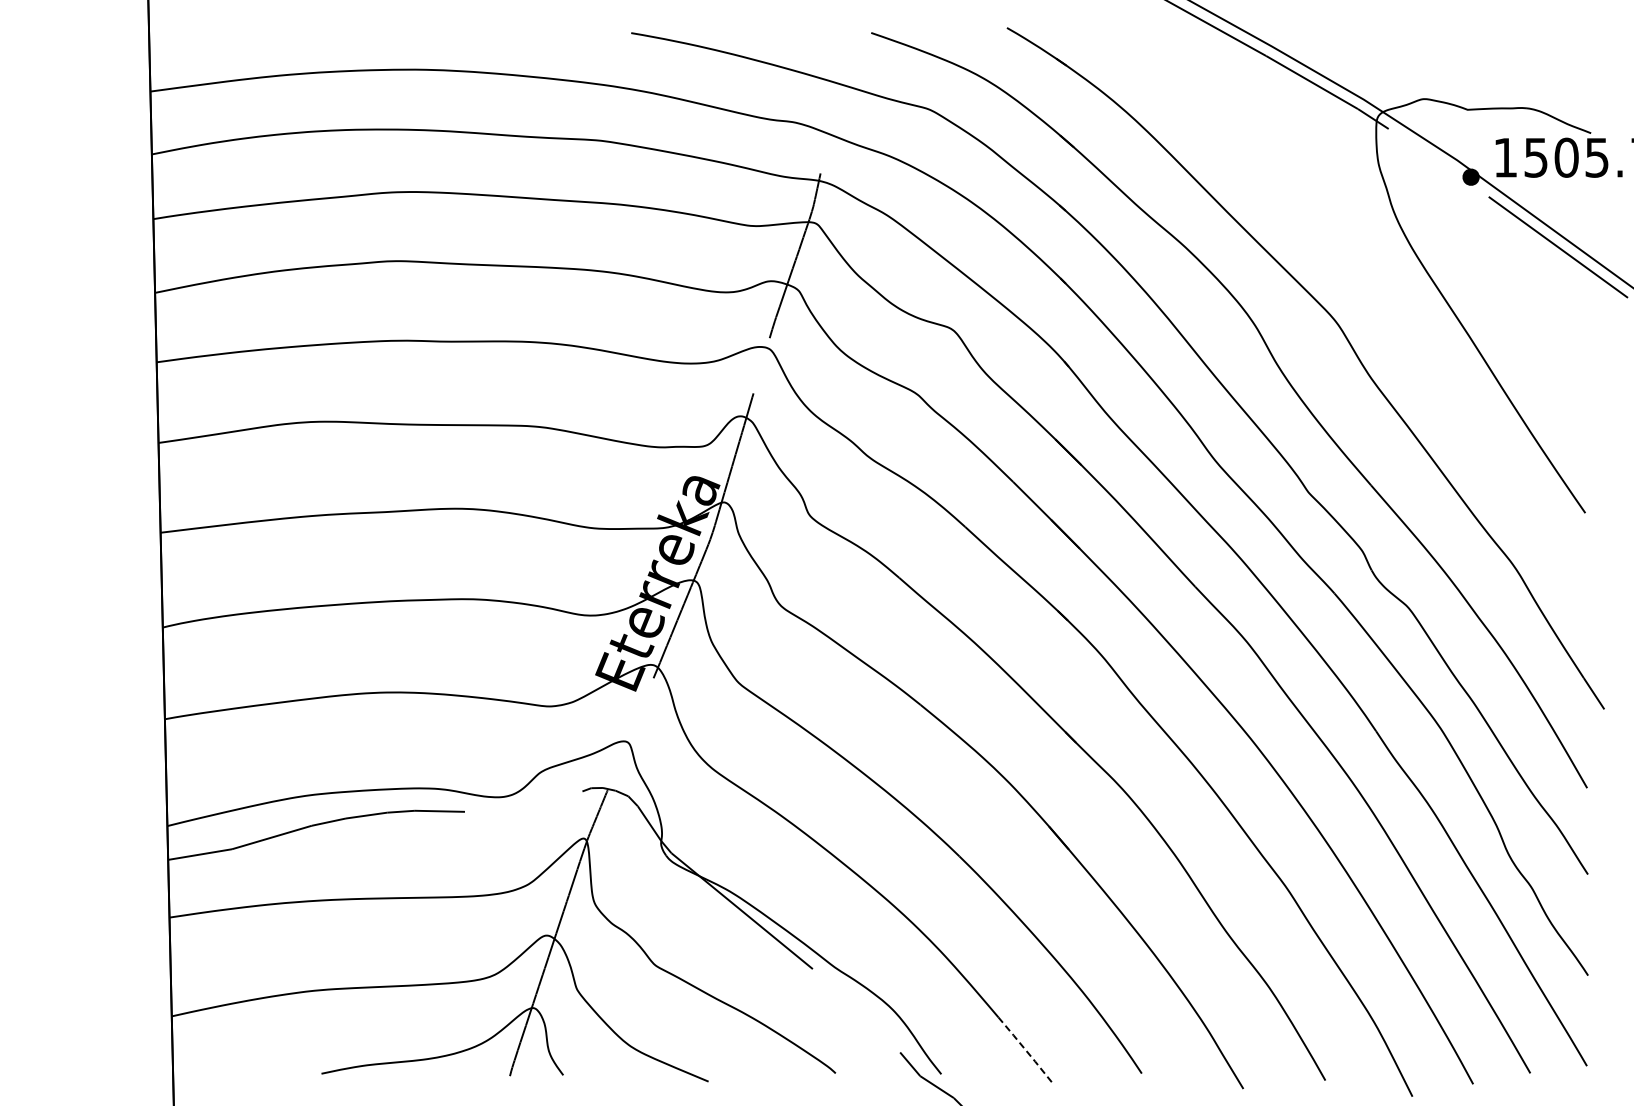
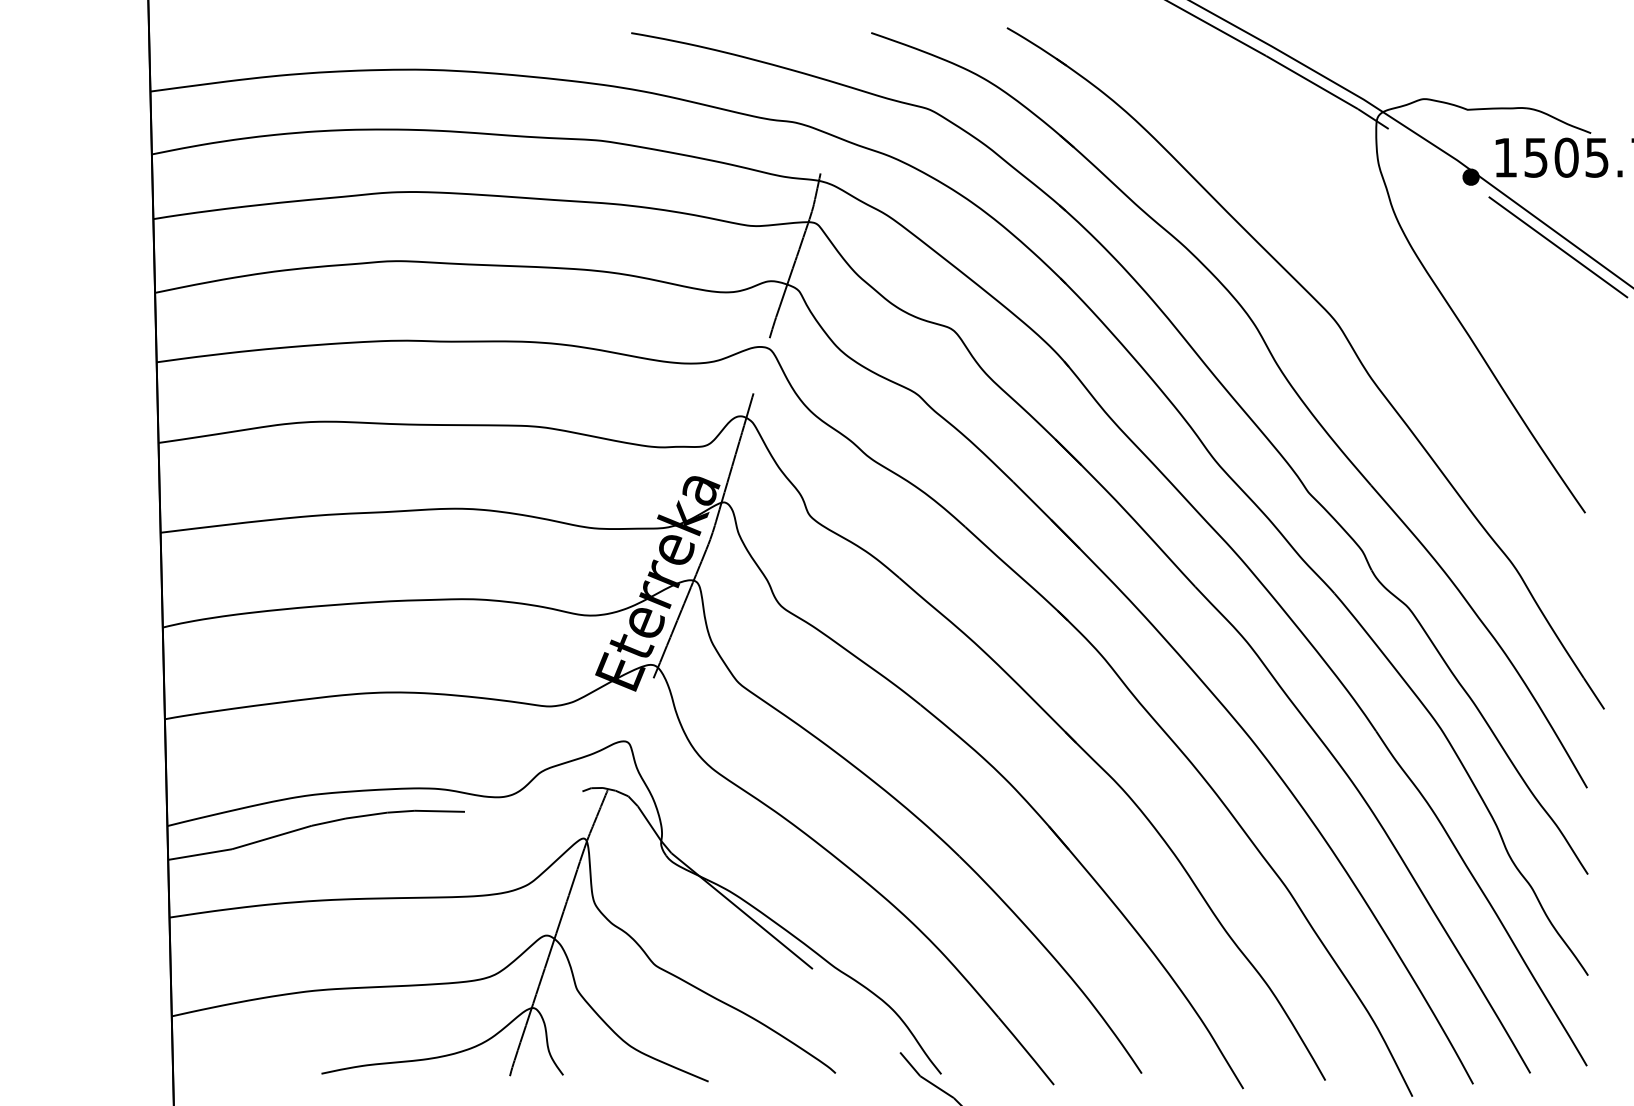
line at (1026, 1051): dashed -> solid
